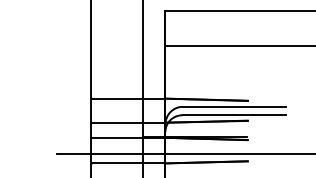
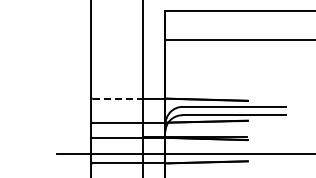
line at (238, 46) position: (238, 46) -> (238, 40)
line at (118, 98): solid -> dashed
